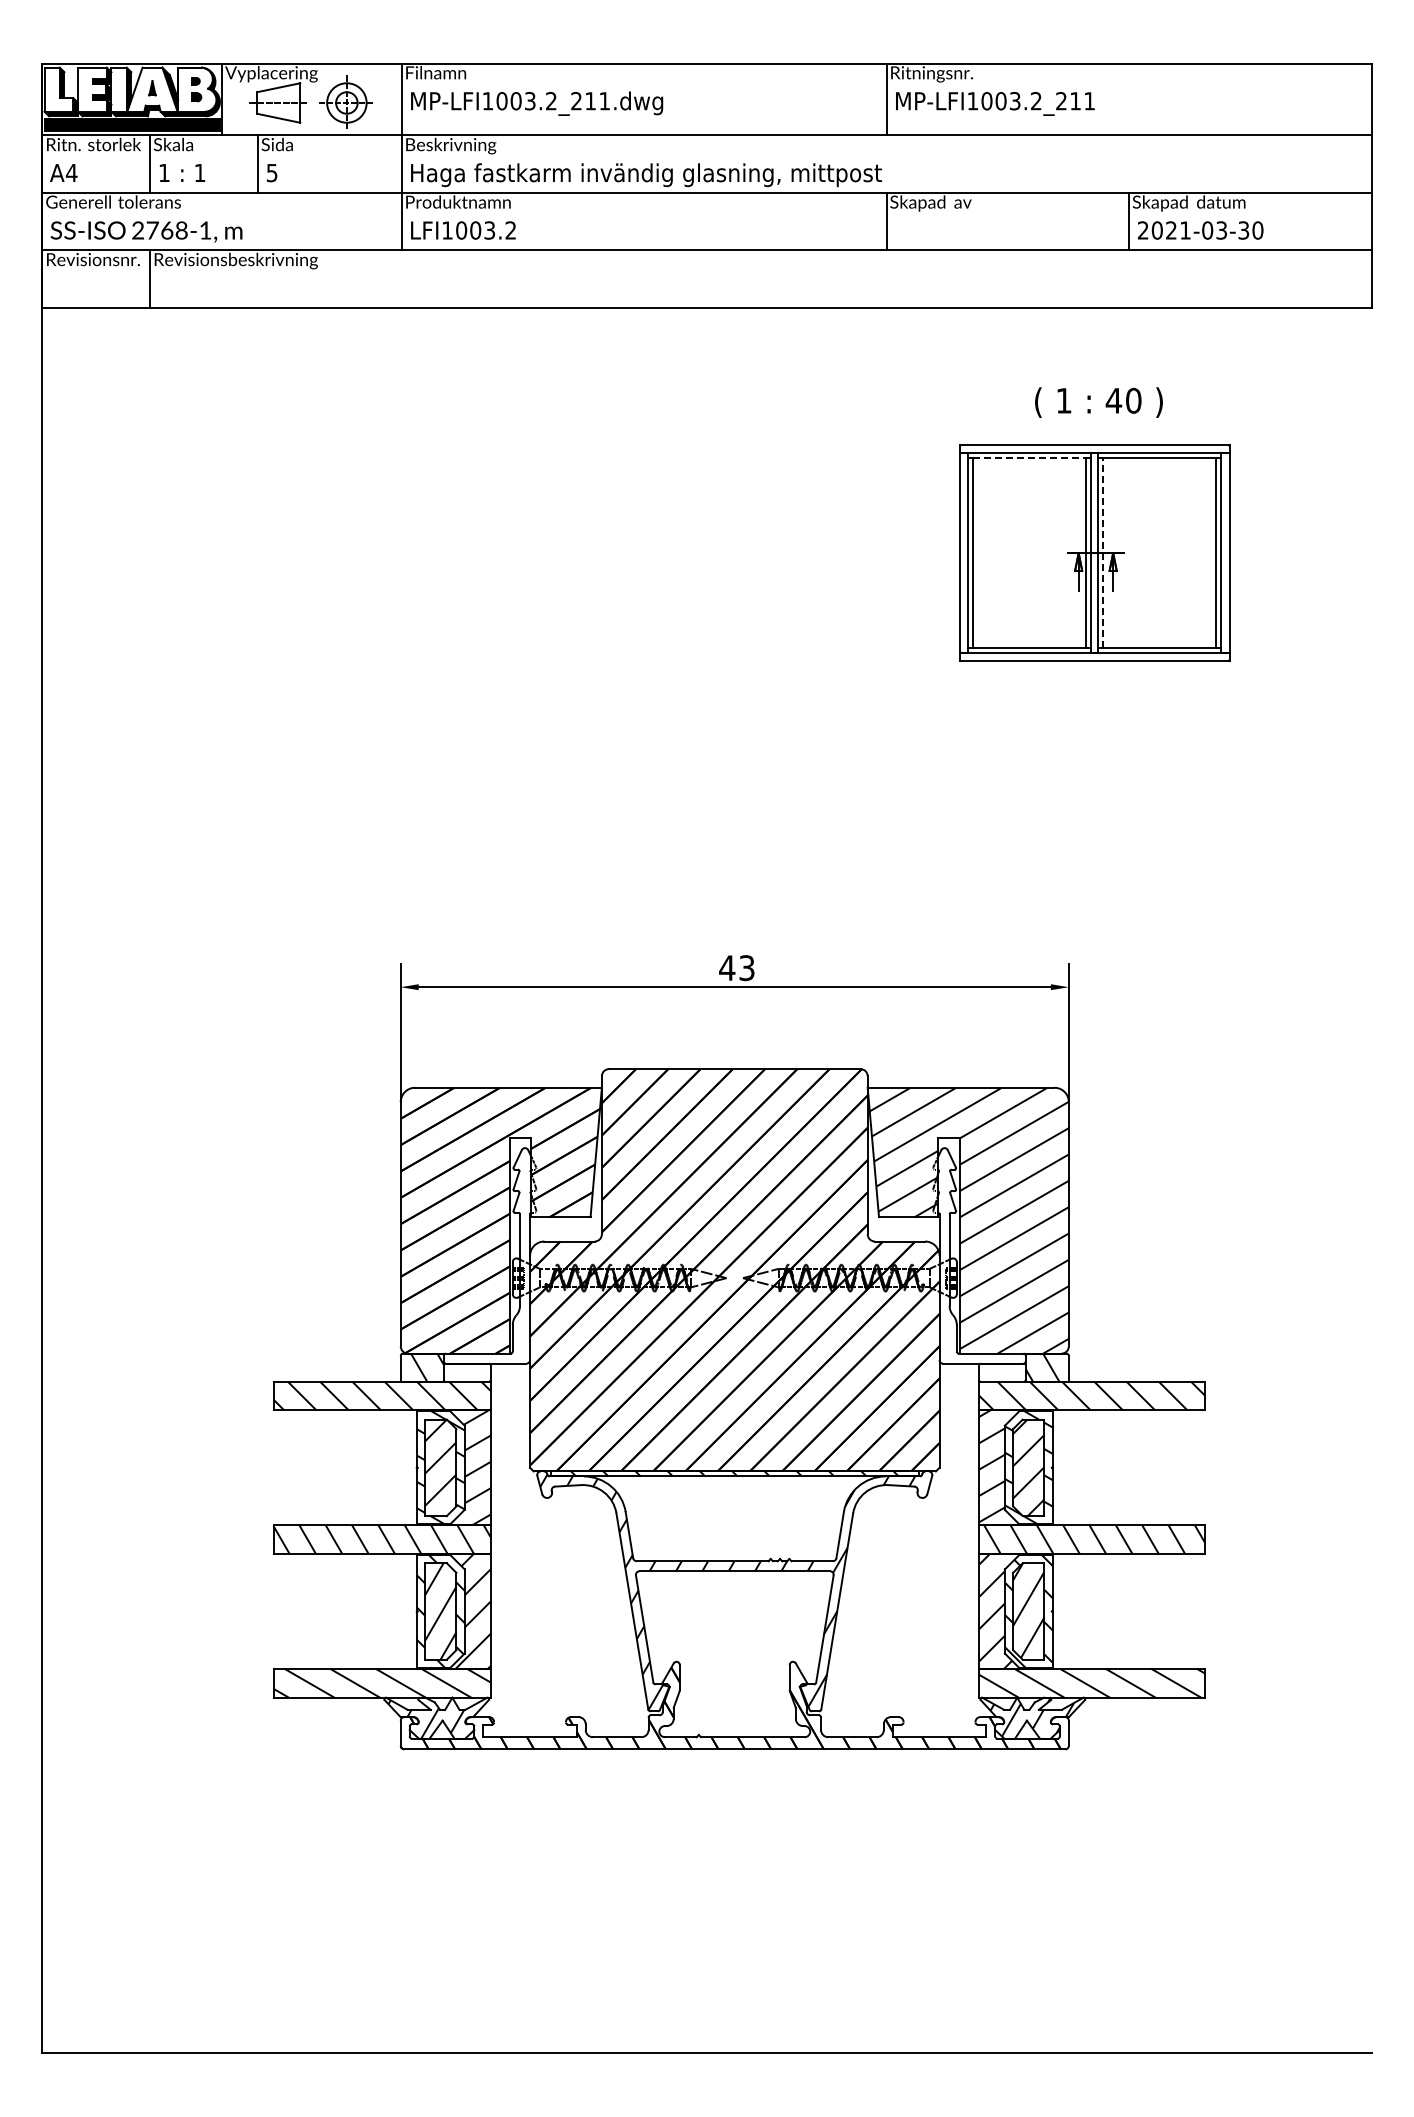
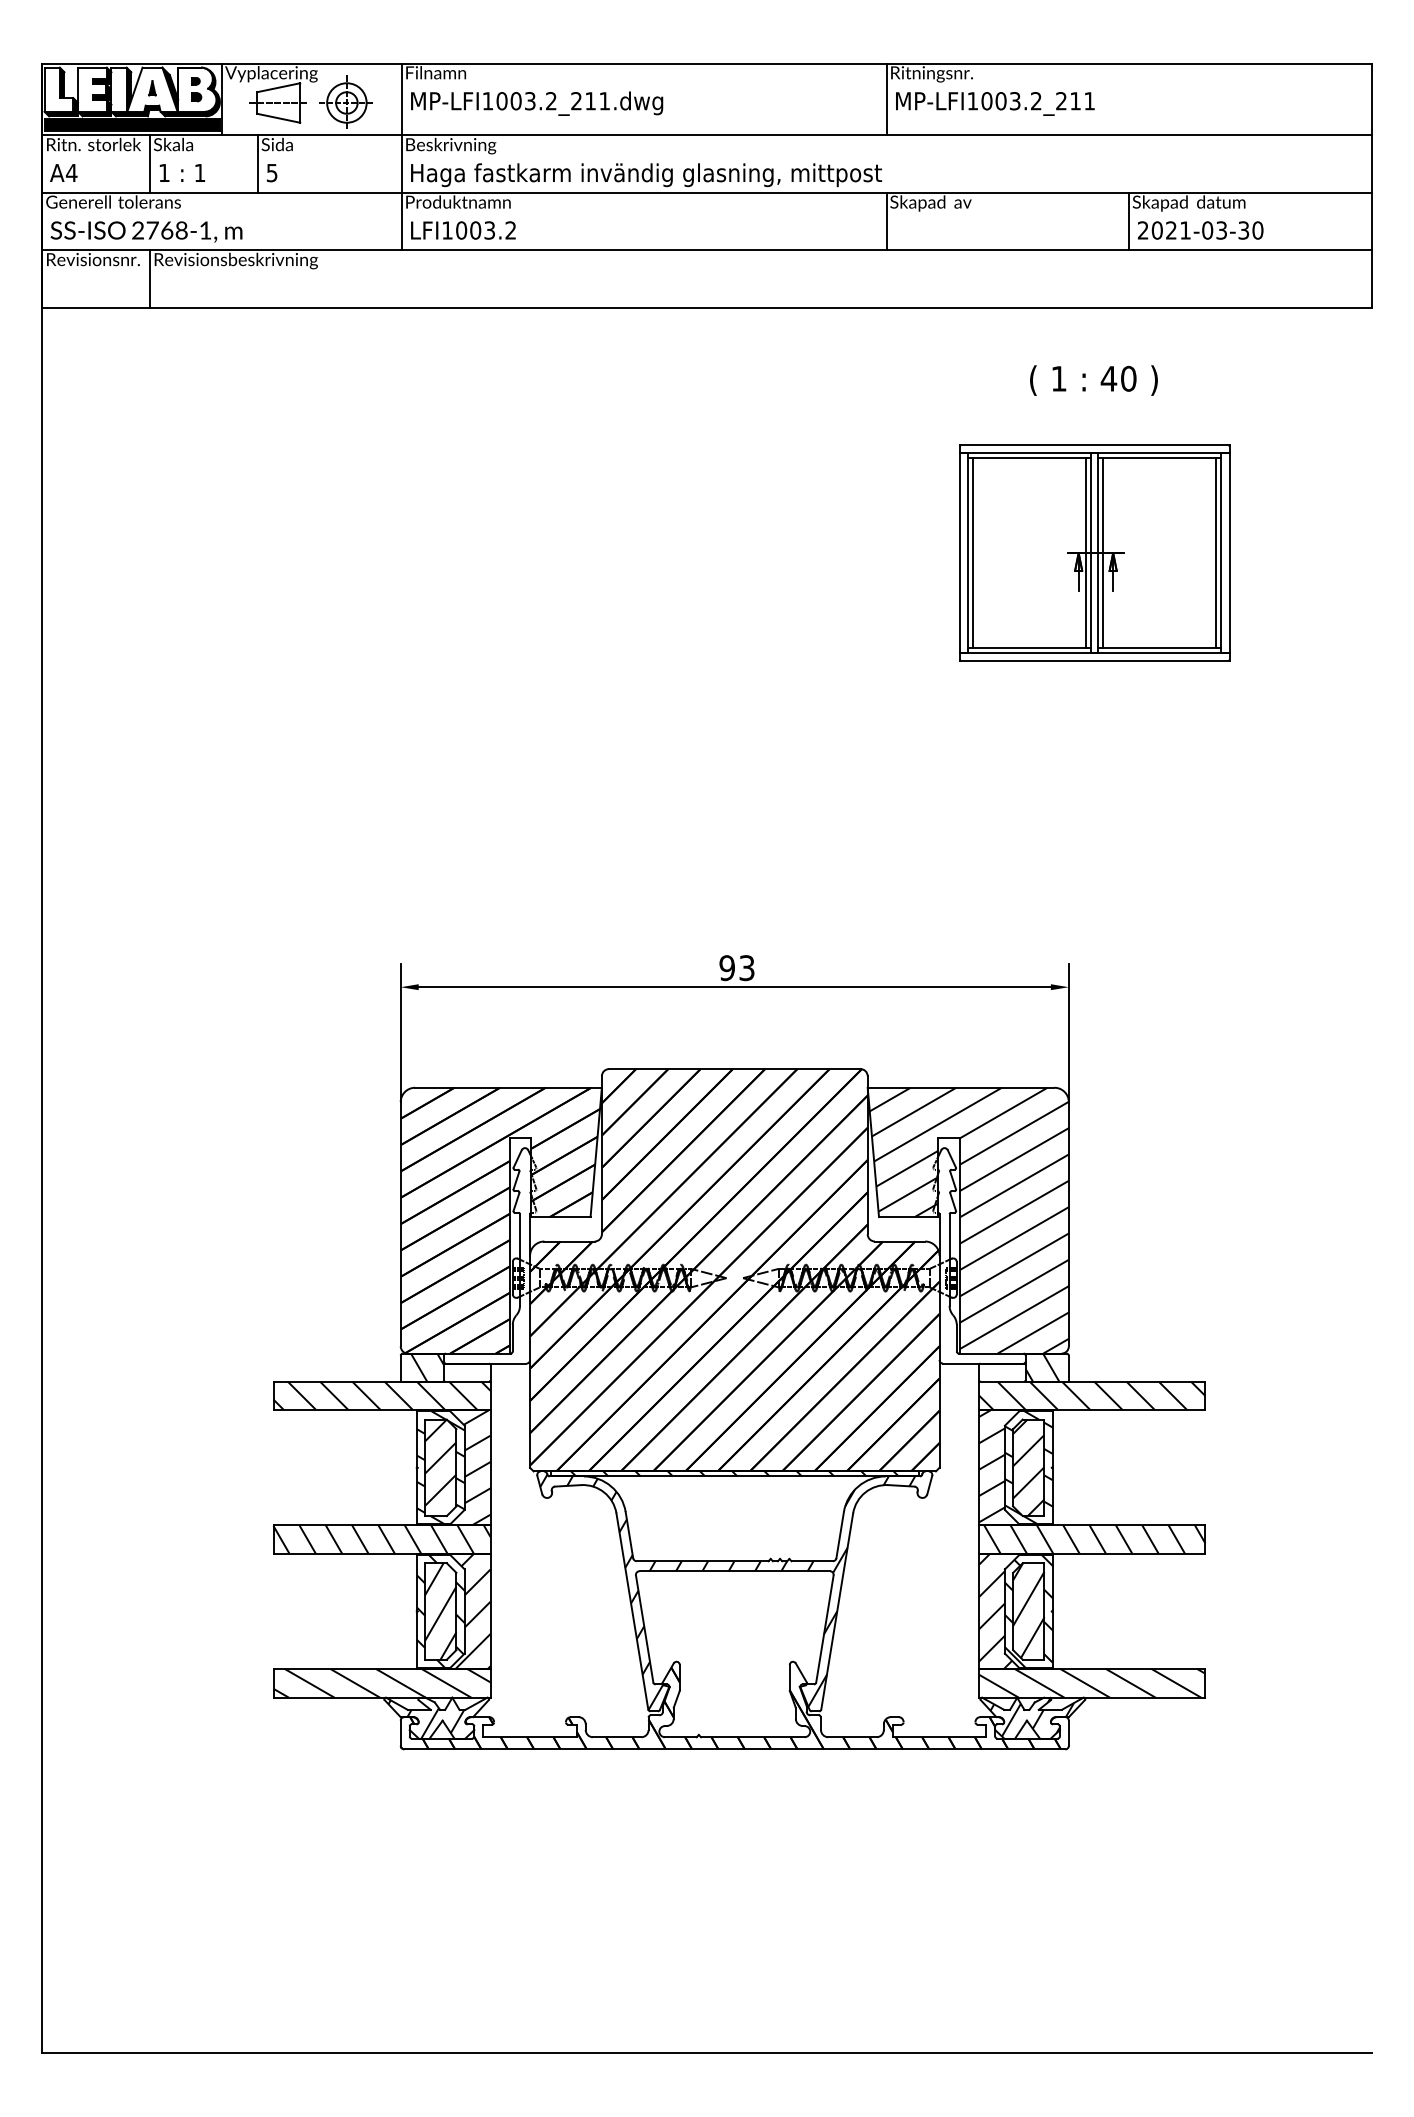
text at (1098, 402) position: (1098, 402) -> (1093, 380)
line at (1029, 458): dashed -> solid
line at (1103, 553): dashed -> solid
text at (727, 968): 43 -> 93
